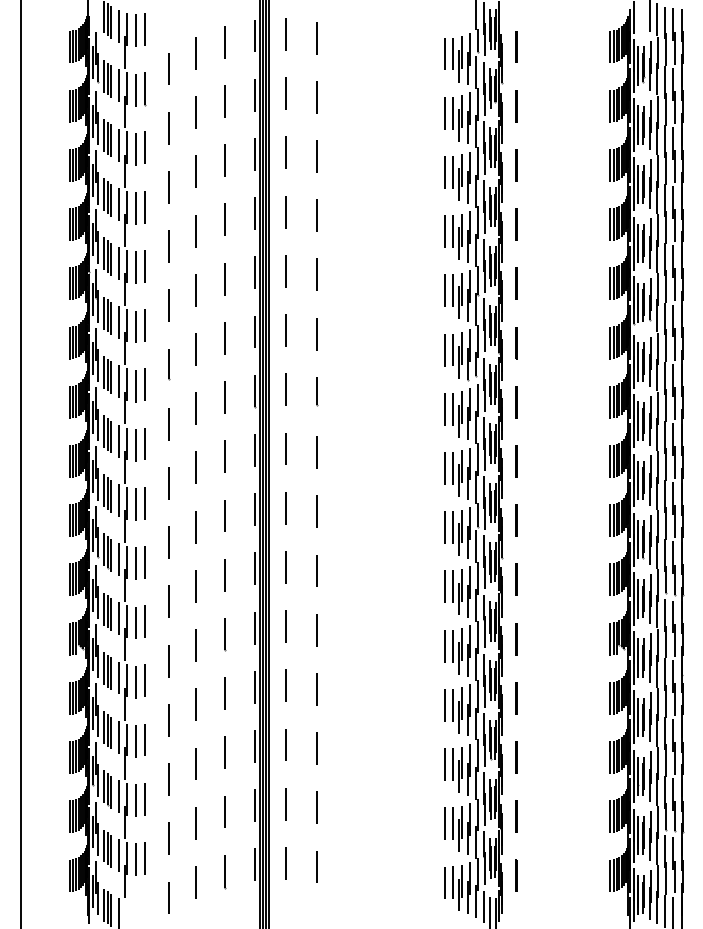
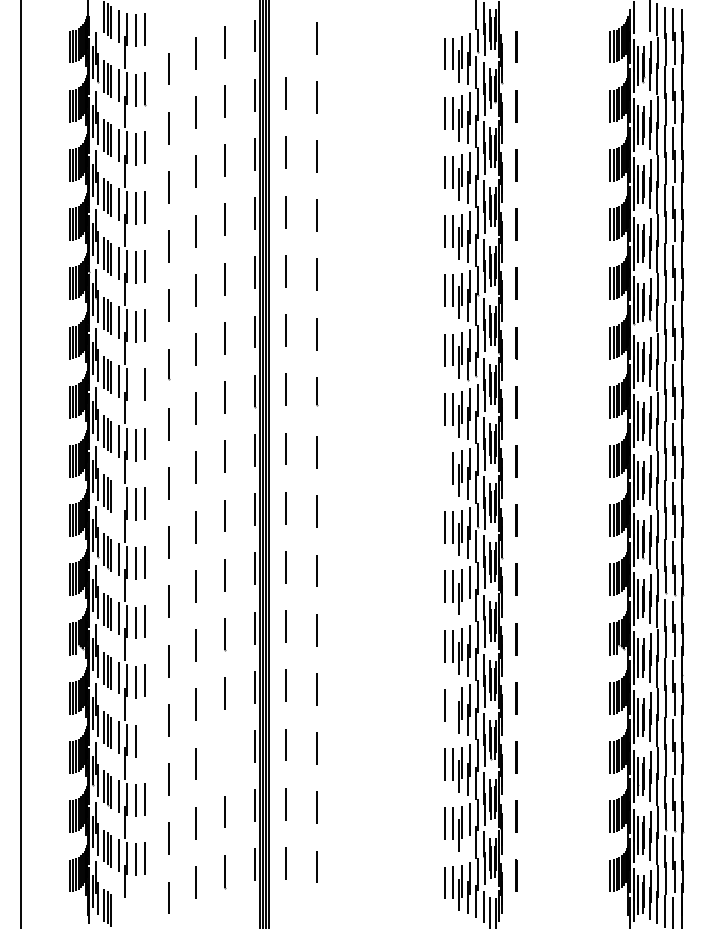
line at (286, 34): present -> none
line at (135, 385): present -> none
line at (444, 468): present -> none
line at (118, 499): present -> none
line at (467, 601): present -> none
line at (453, 704): present -> none
line at (145, 739): present -> none
line at (224, 752): present -> none
line at (467, 837): present -> none
line at (118, 911): present -> none
